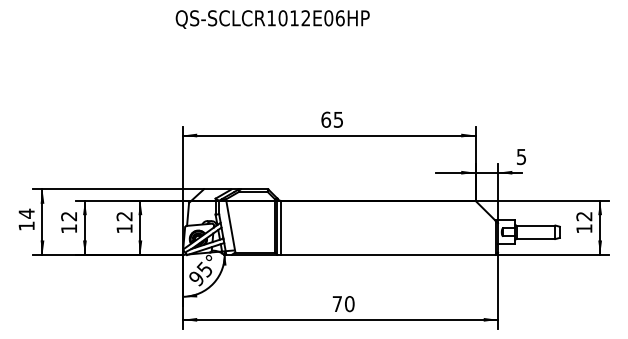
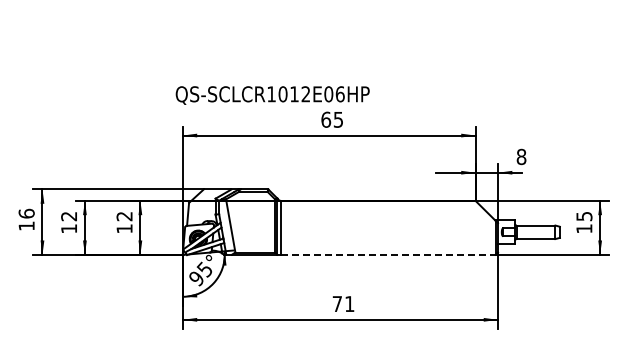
text at (272, 19) position: (272, 19) -> (272, 95)
text at (521, 156): 5 -> 8
text at (26, 213): 14 -> 16
text at (584, 216): 12 -> 15
line at (388, 254): solid -> dashed
text at (349, 304): 70 -> 71
